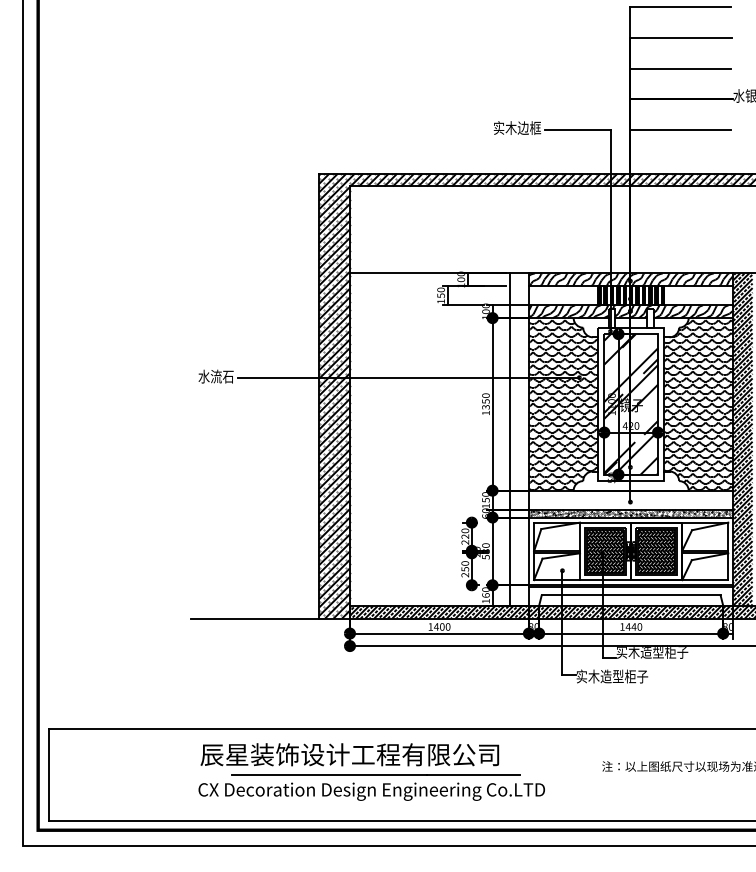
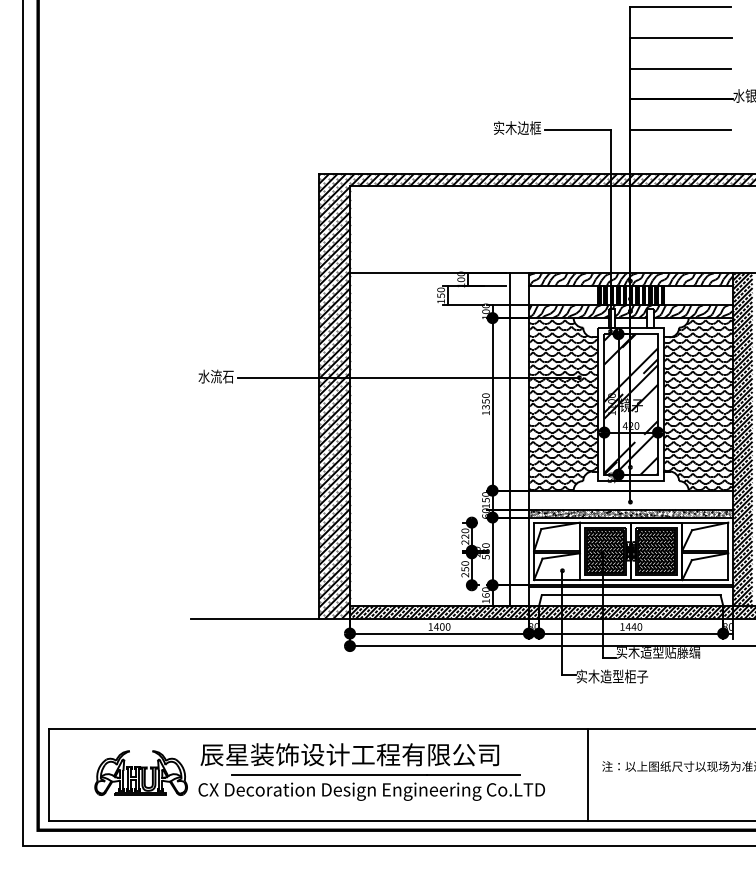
text at (682, 652): 实木造型柜子 -> 实木造型贴藤编
part at (140, 772): none -> present
line at (587, 774): none -> present
